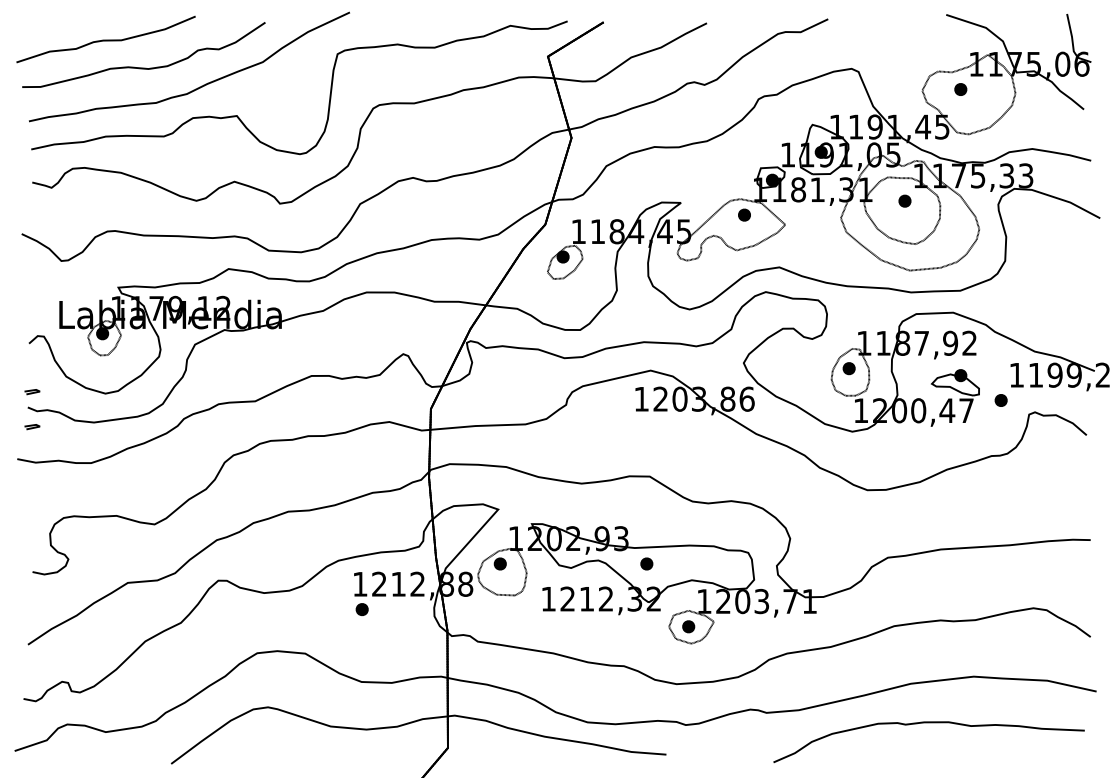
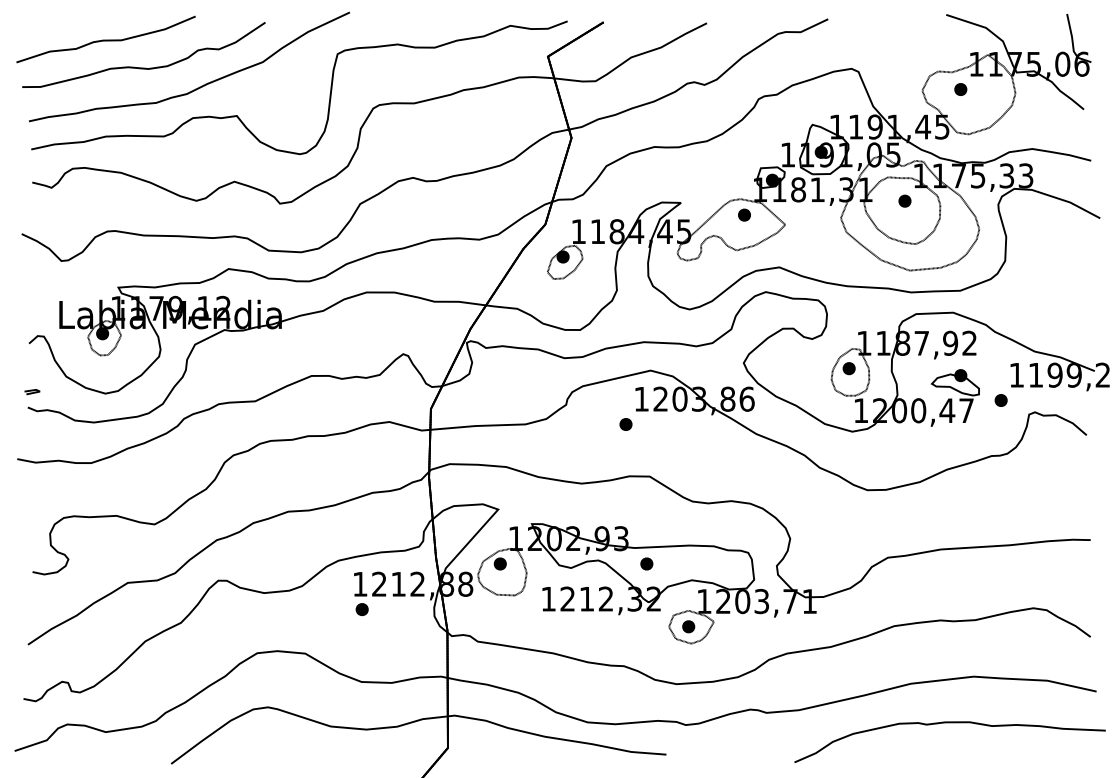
part at (625, 424): none -> present
line at (32, 427): present -> none
curve at (928, 723) position: (928, 723) -> (949, 723)
